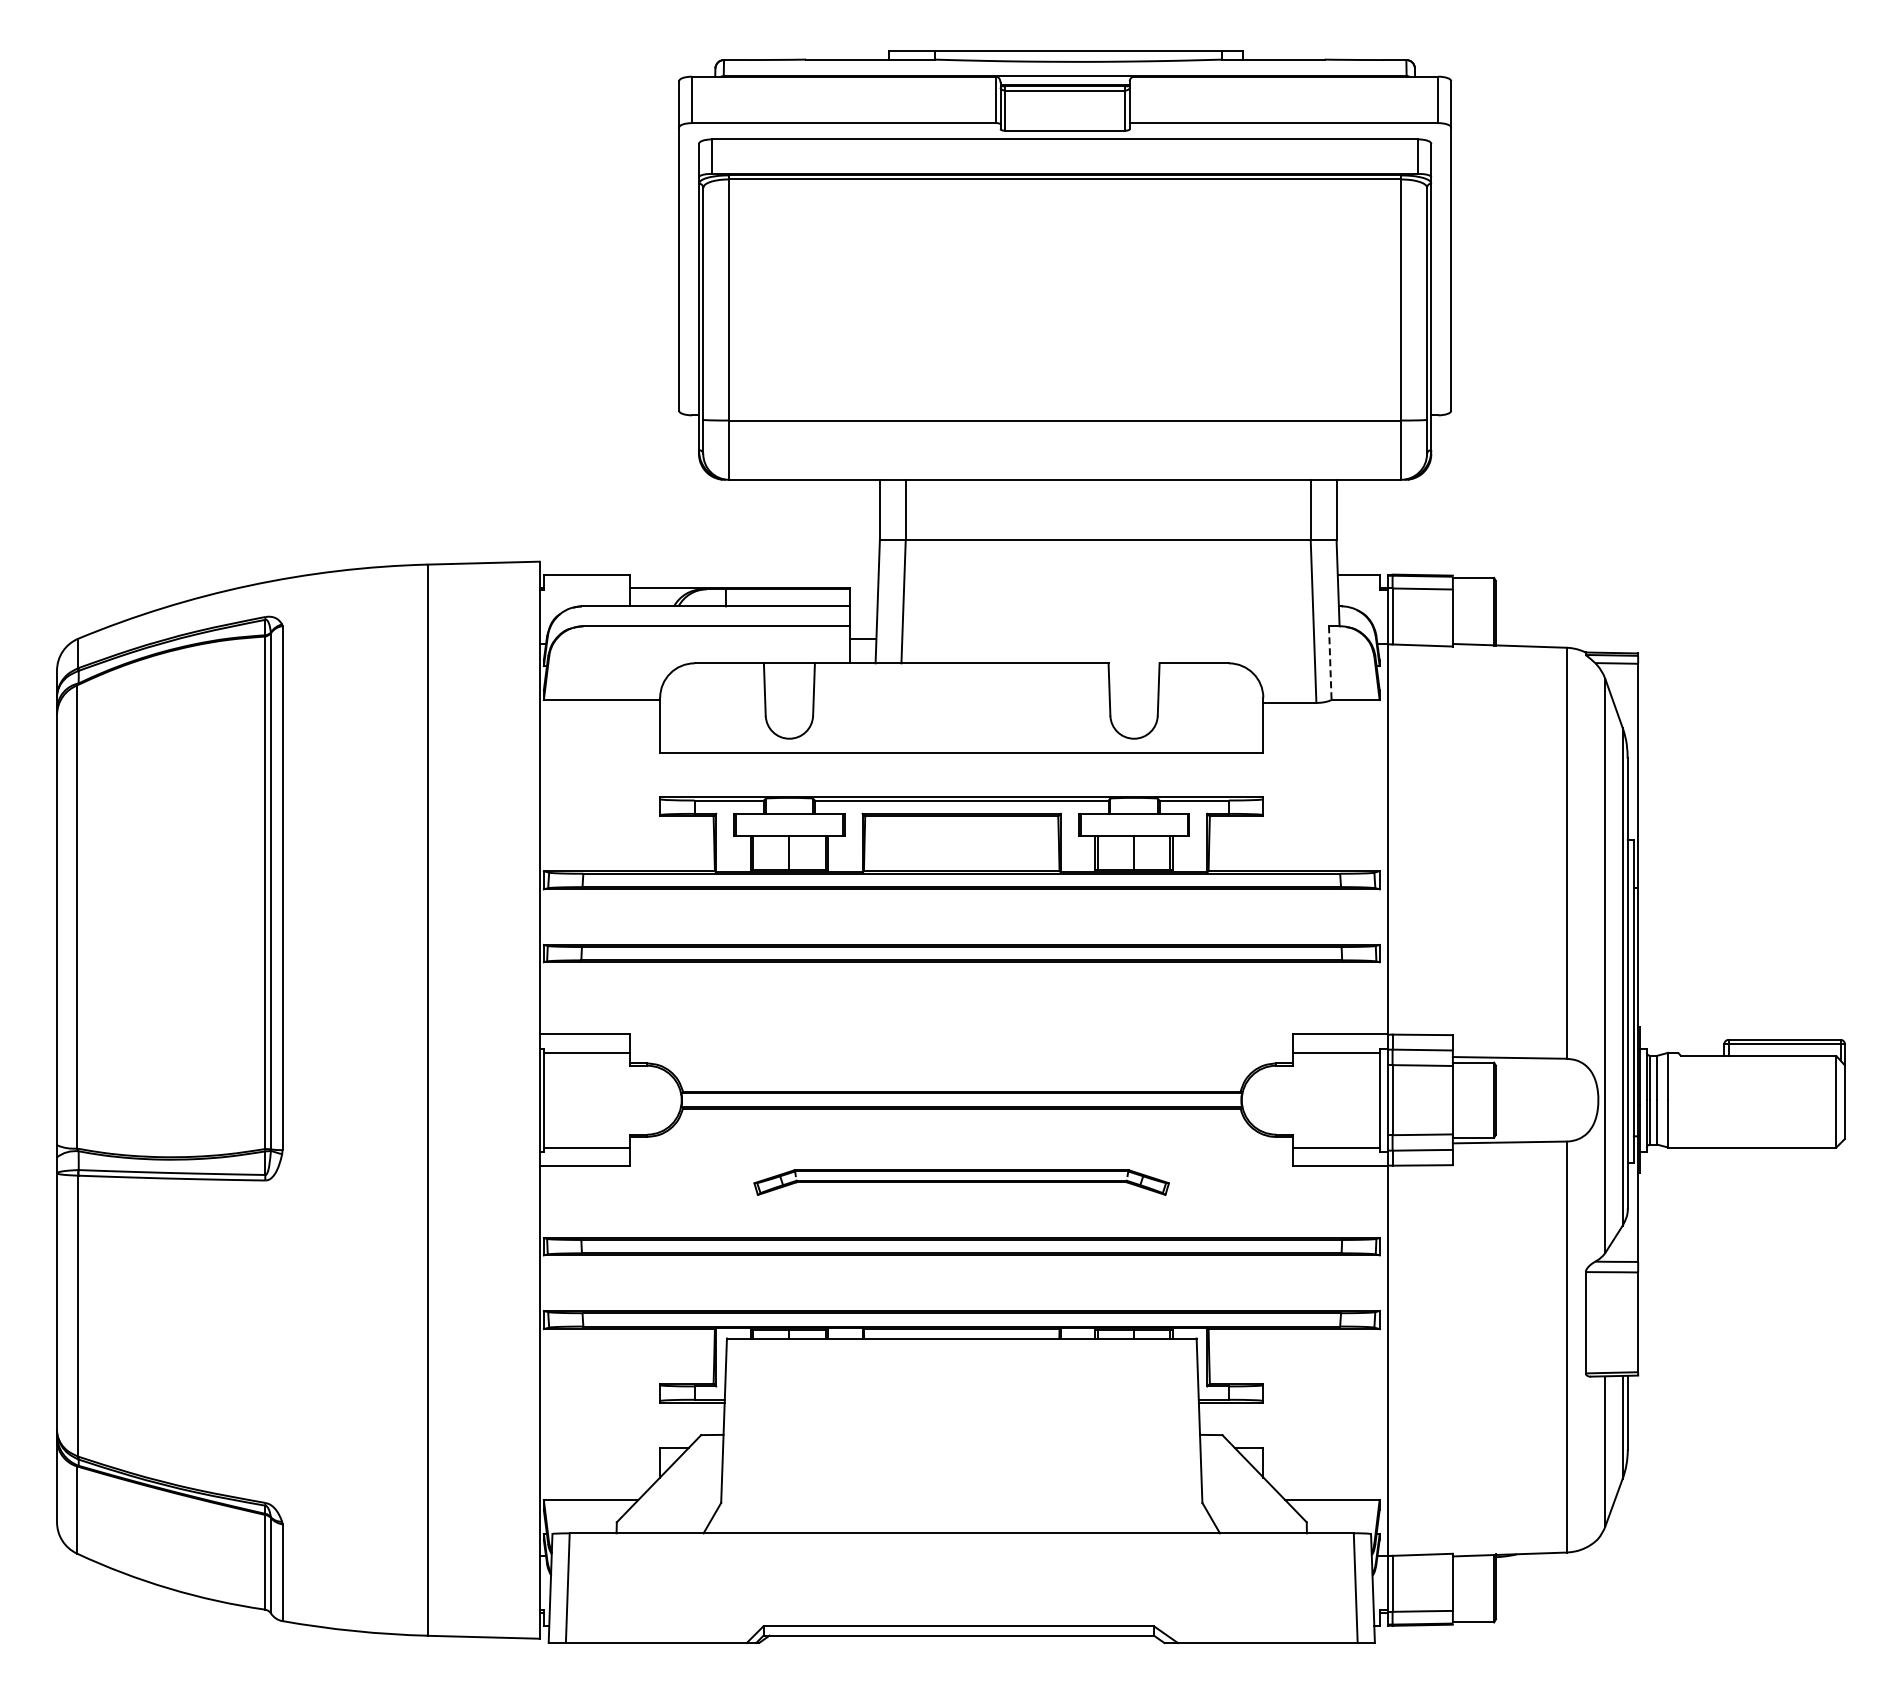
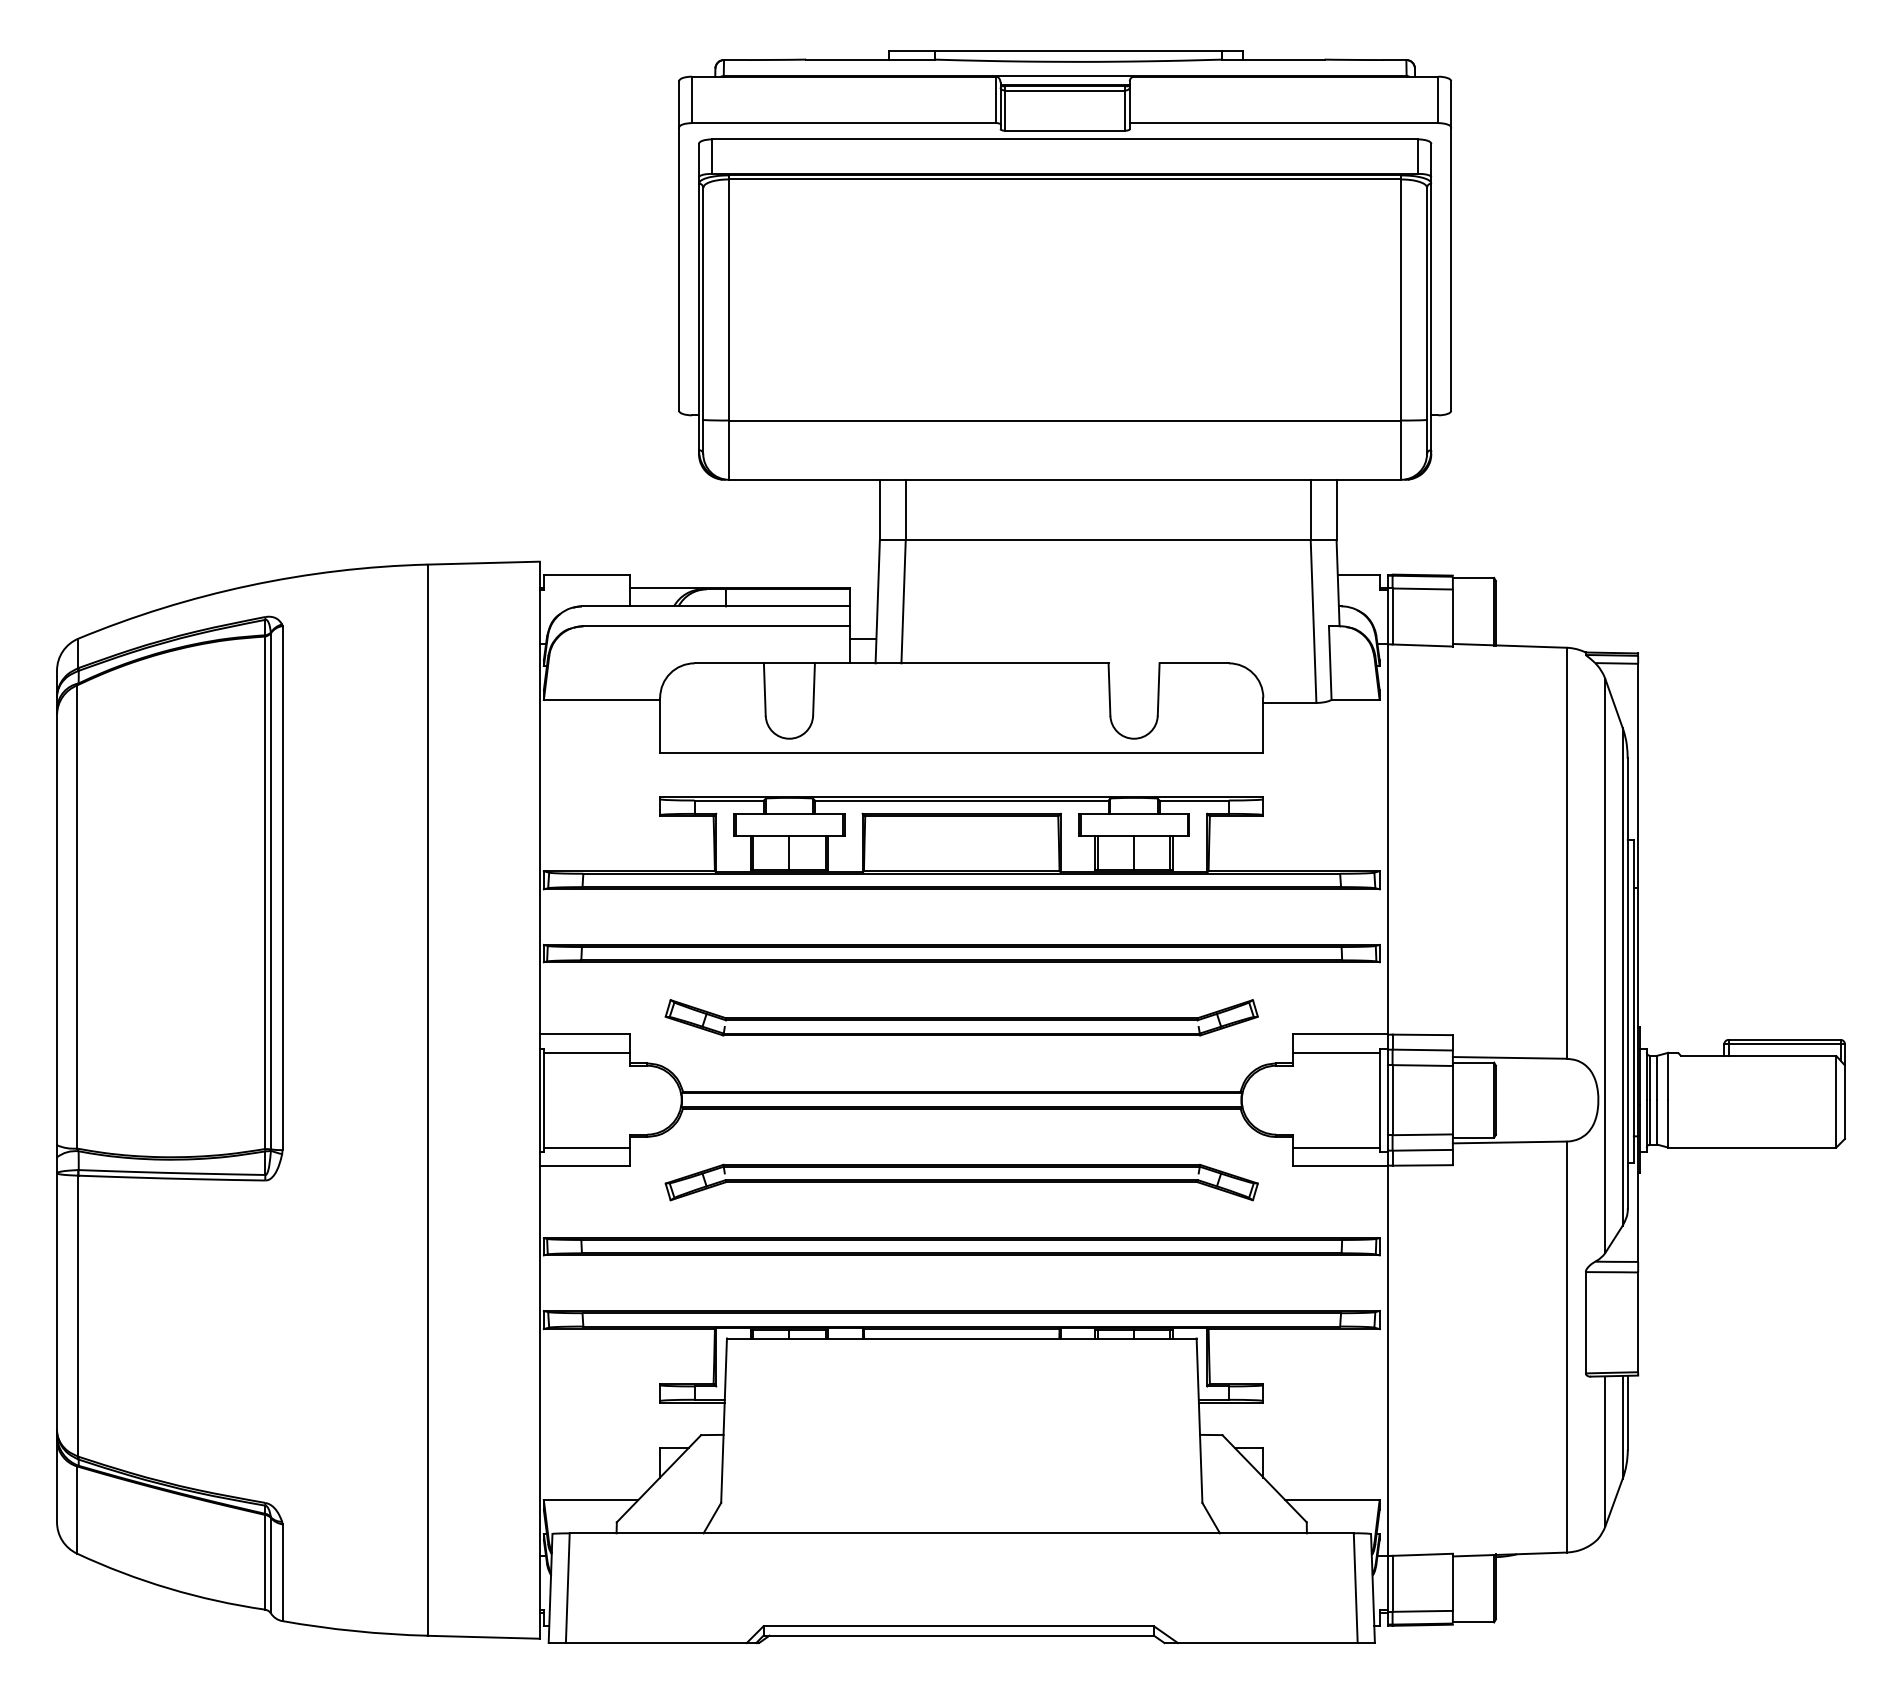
line at (1330, 663): dashed -> solid
part at (961, 1017): none -> present
part at (961, 1182) size: 417x27 px -> 595x39 px
